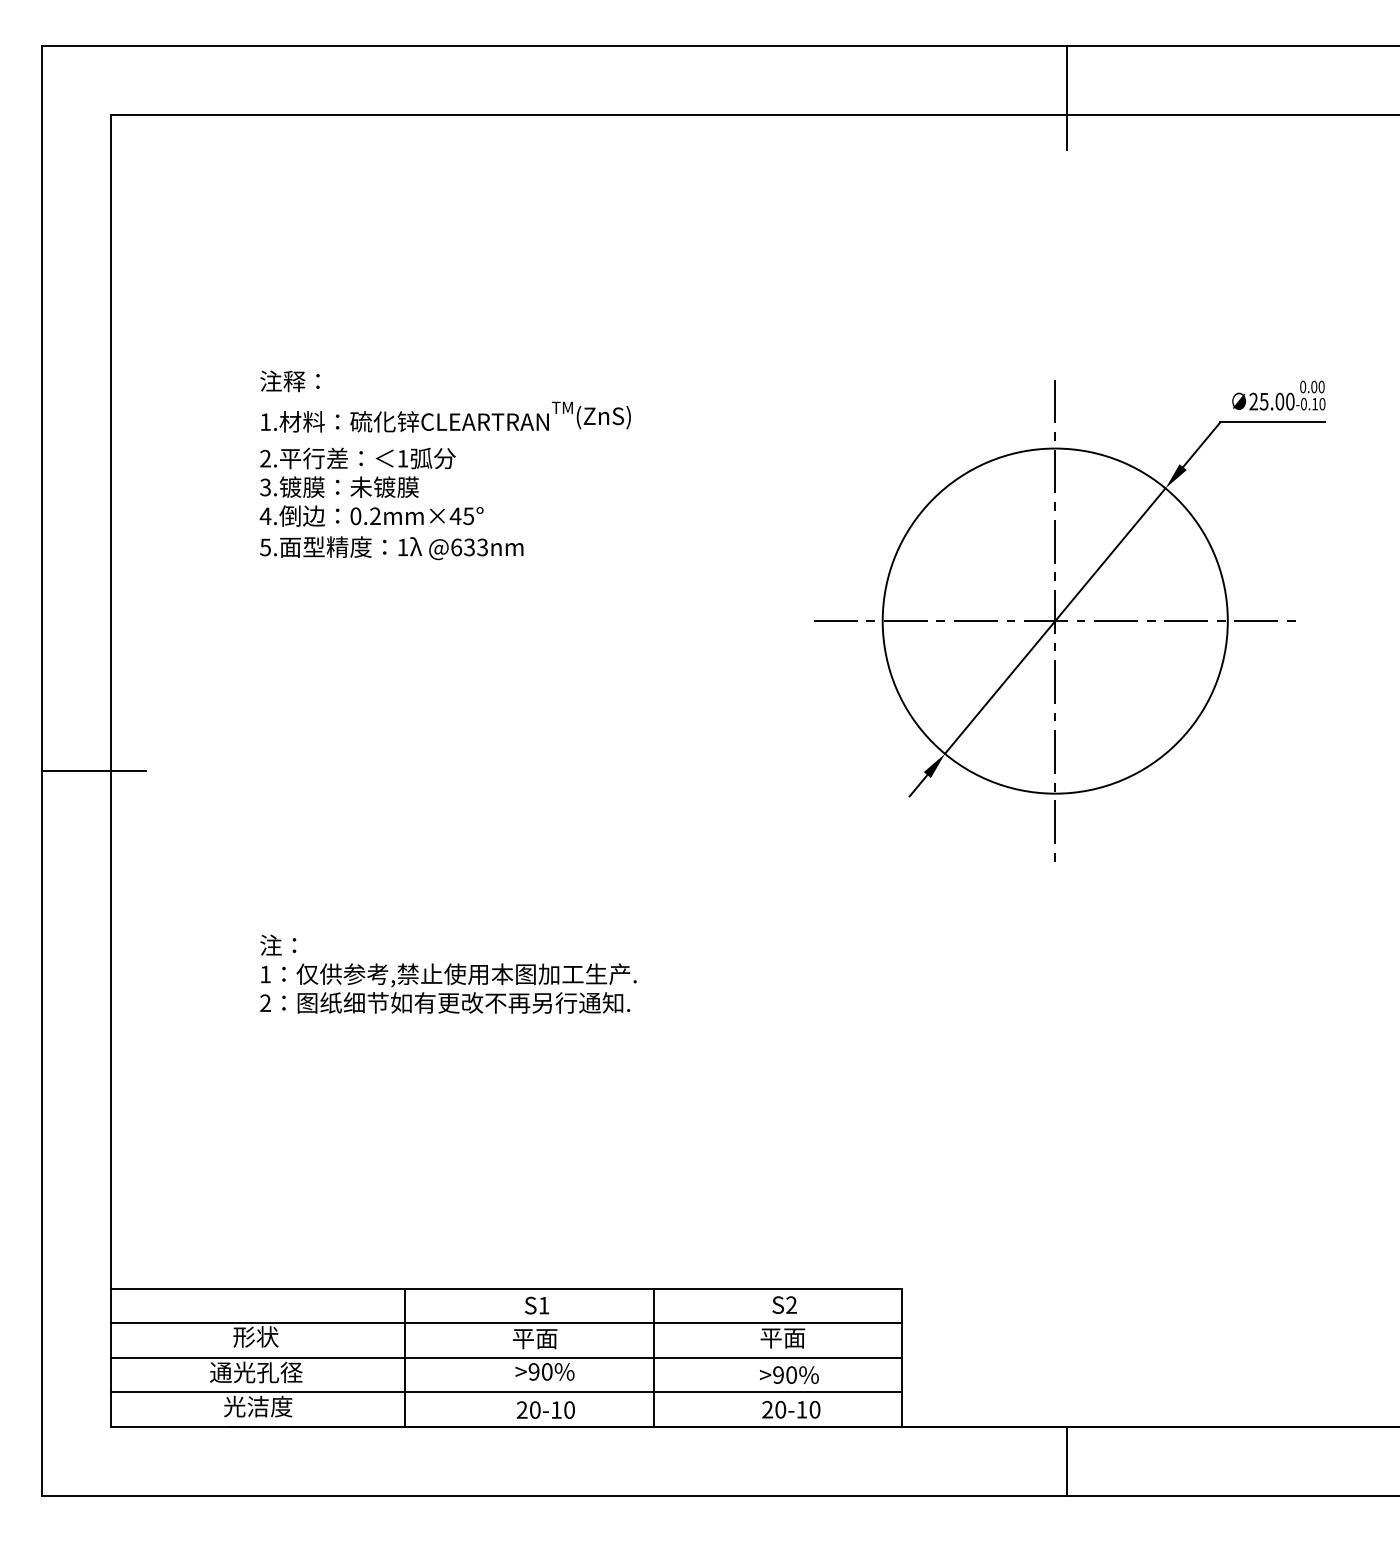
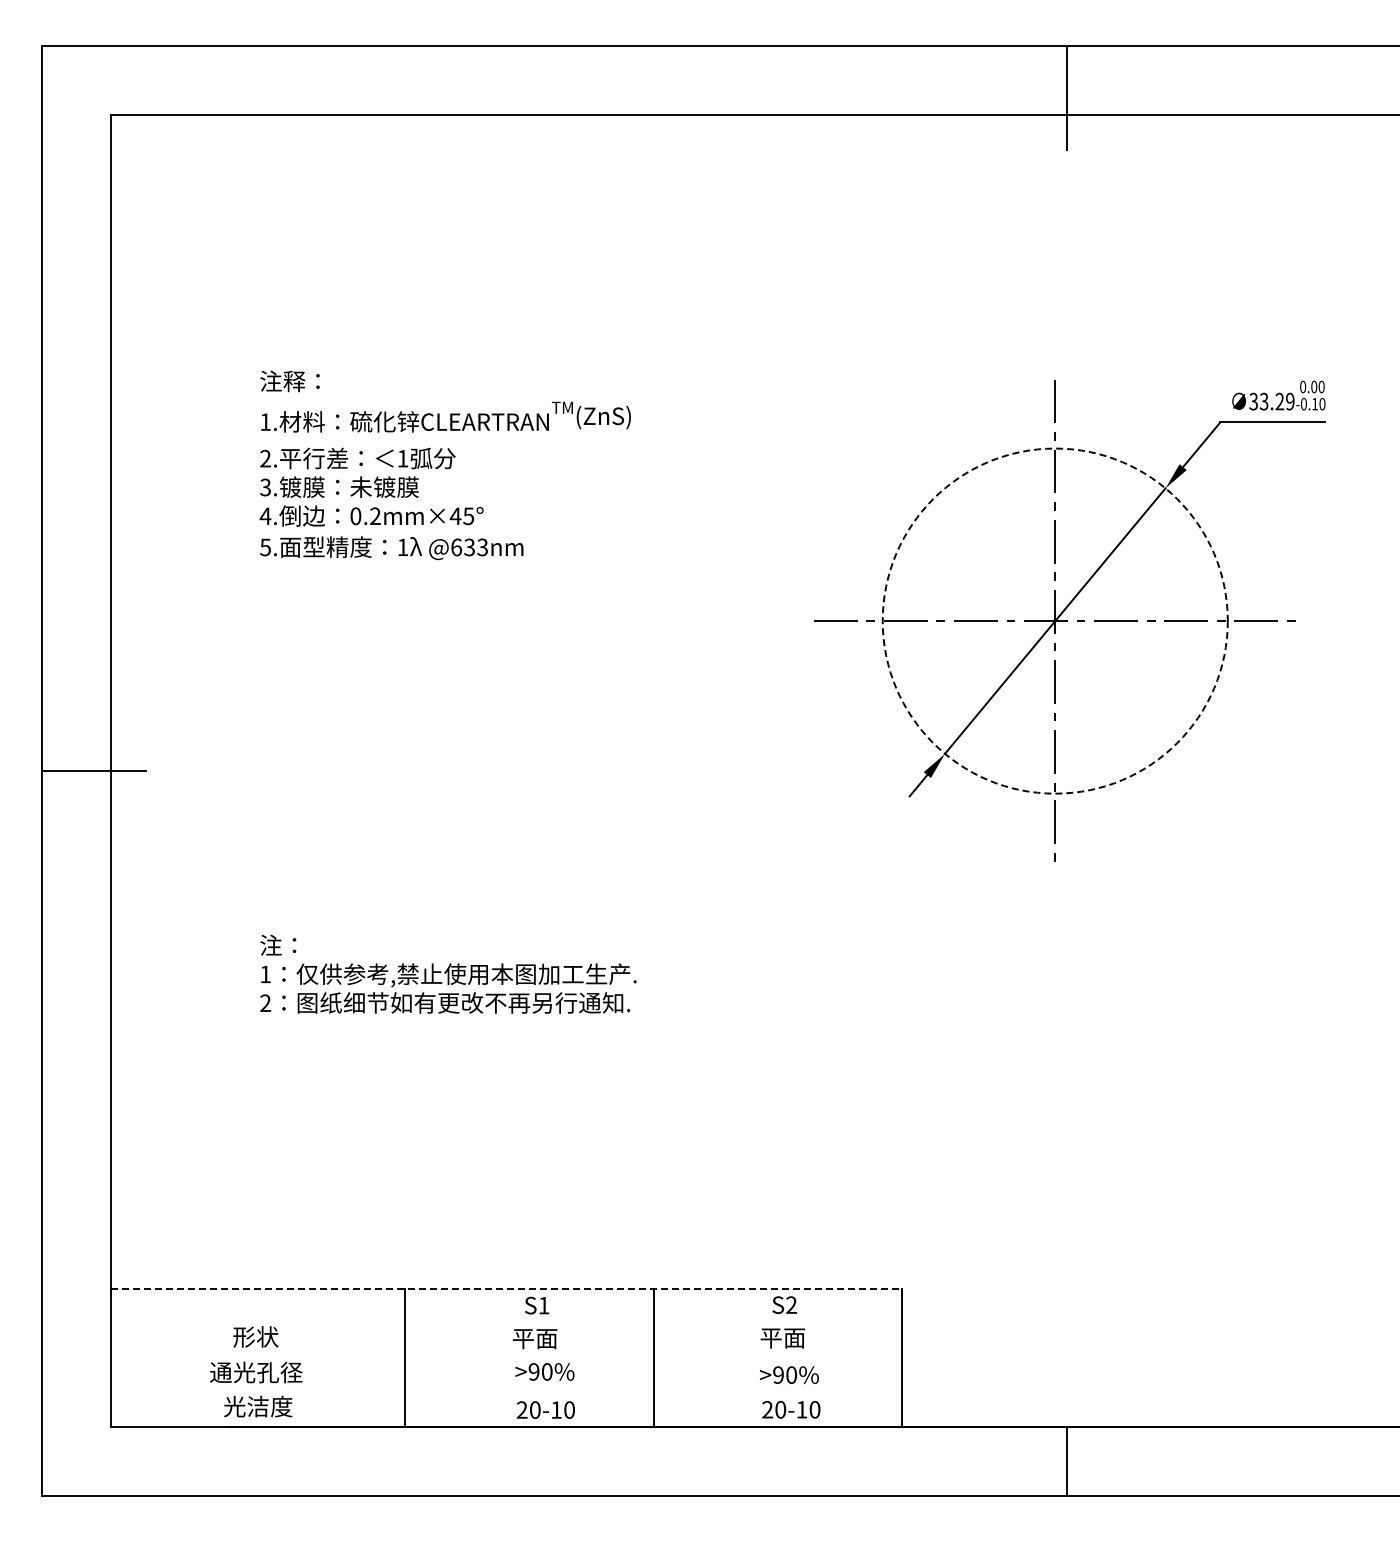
text at (1271, 401): 25.00 -> 33.29
circle at (1054, 620): solid -> dashed
line at (506, 1288): solid -> dashed
line at (506, 1323): present -> none
line at (506, 1357): present -> none
line at (506, 1392): present -> none
